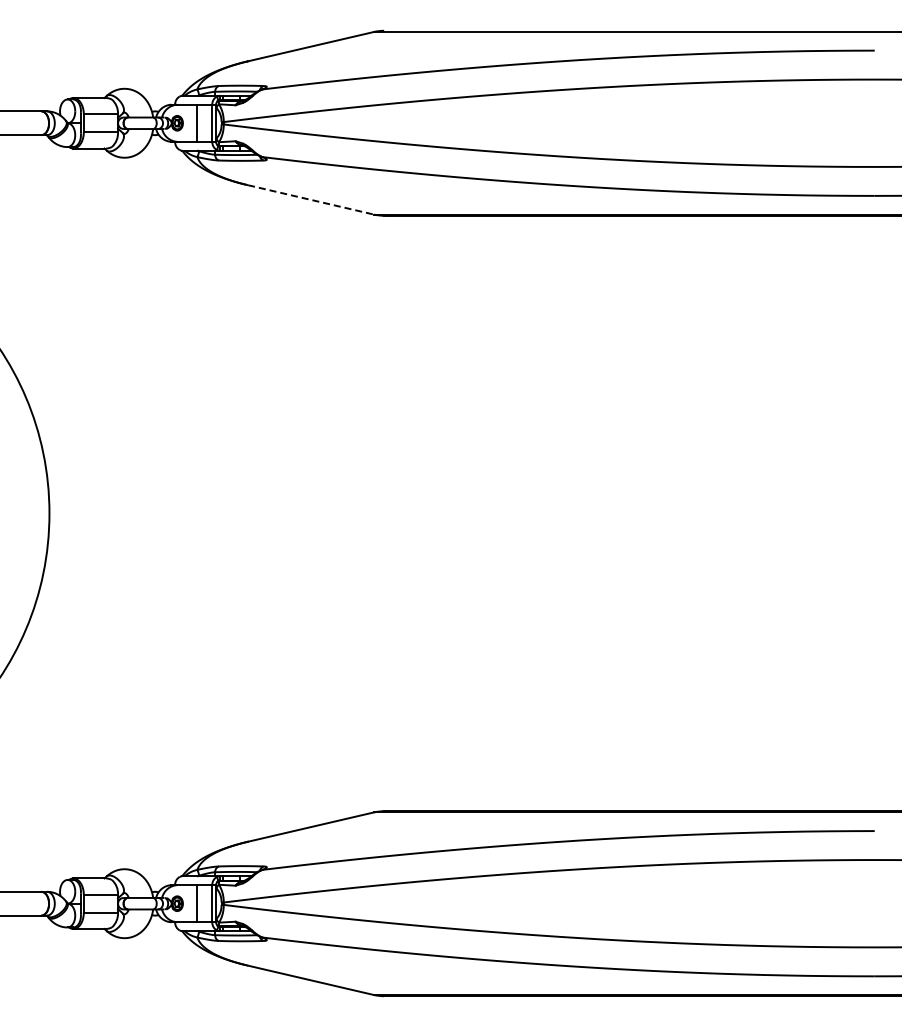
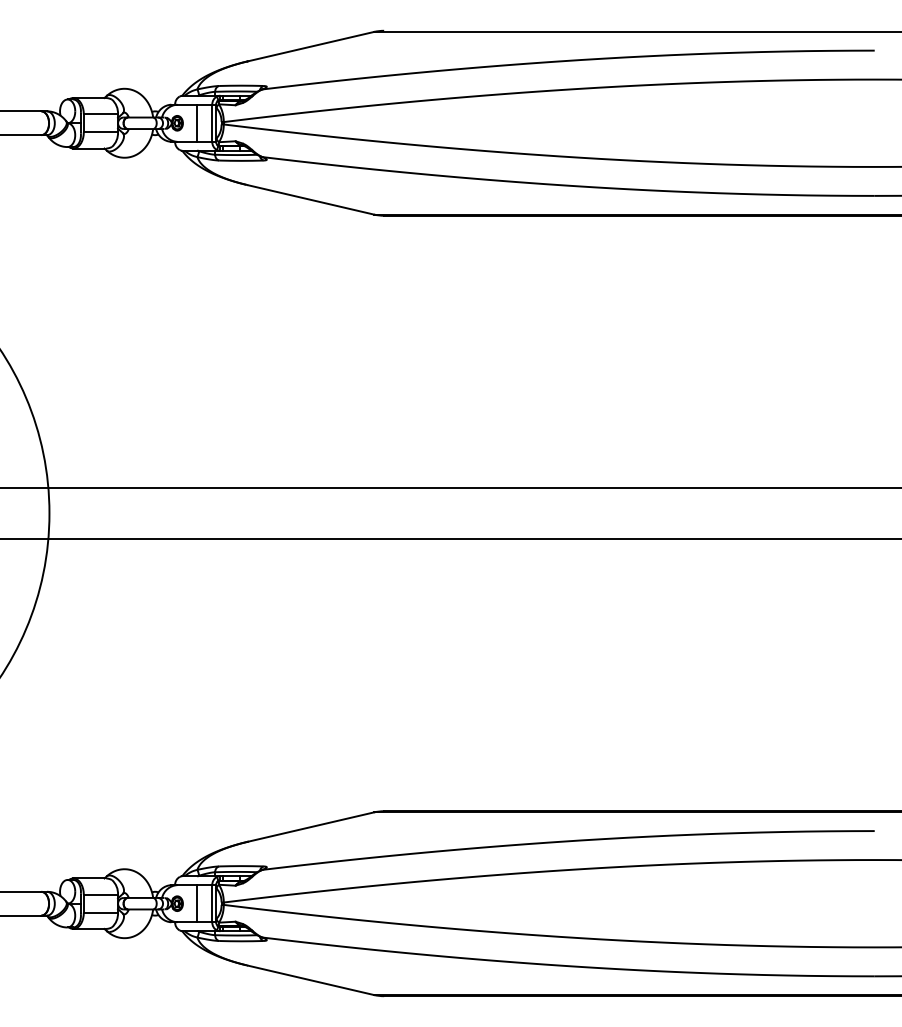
line at (311, 199): dashed -> solid
line at (450, 488): none -> present
line at (450, 538): none -> present
